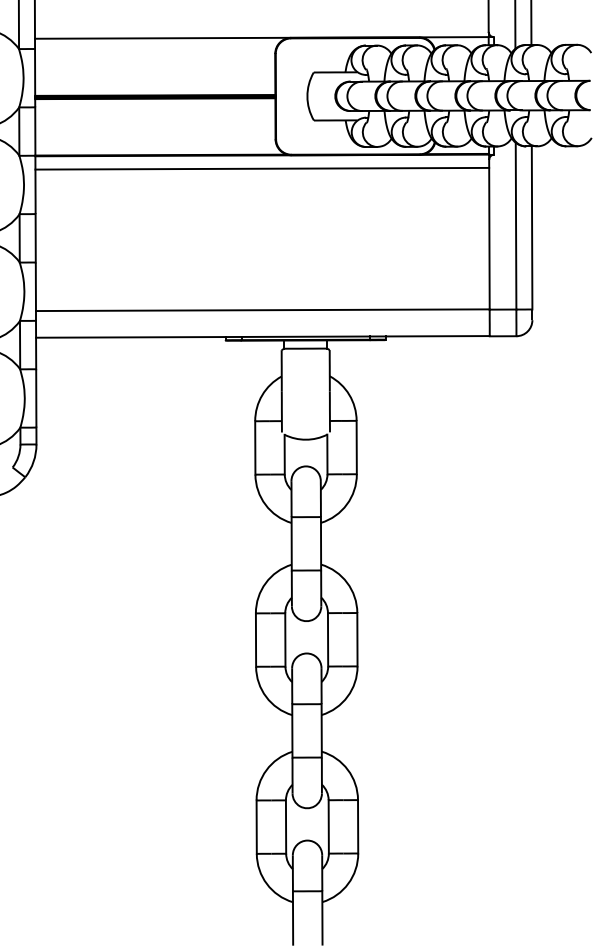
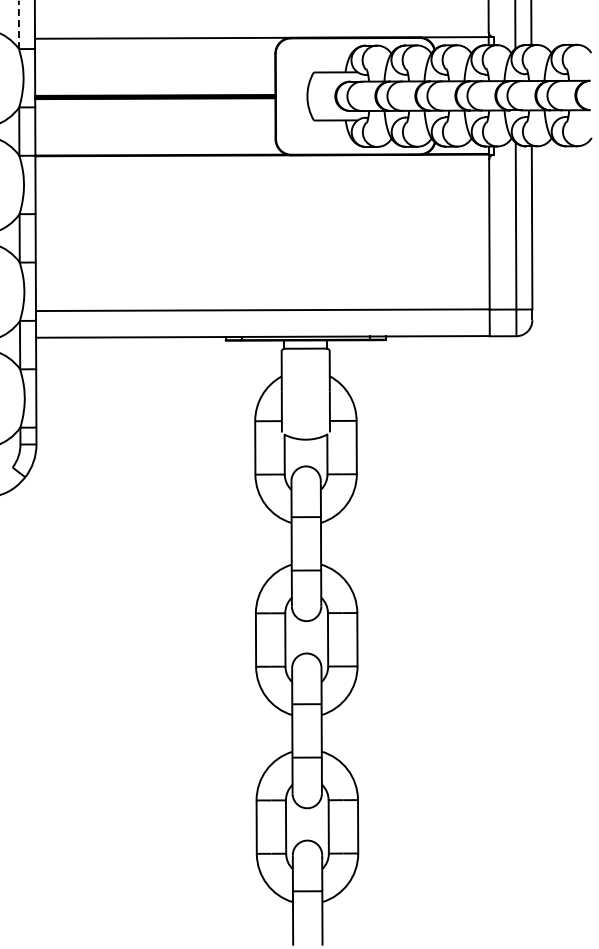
line at (18, 24): solid -> dashed
line at (262, 168): present -> none
